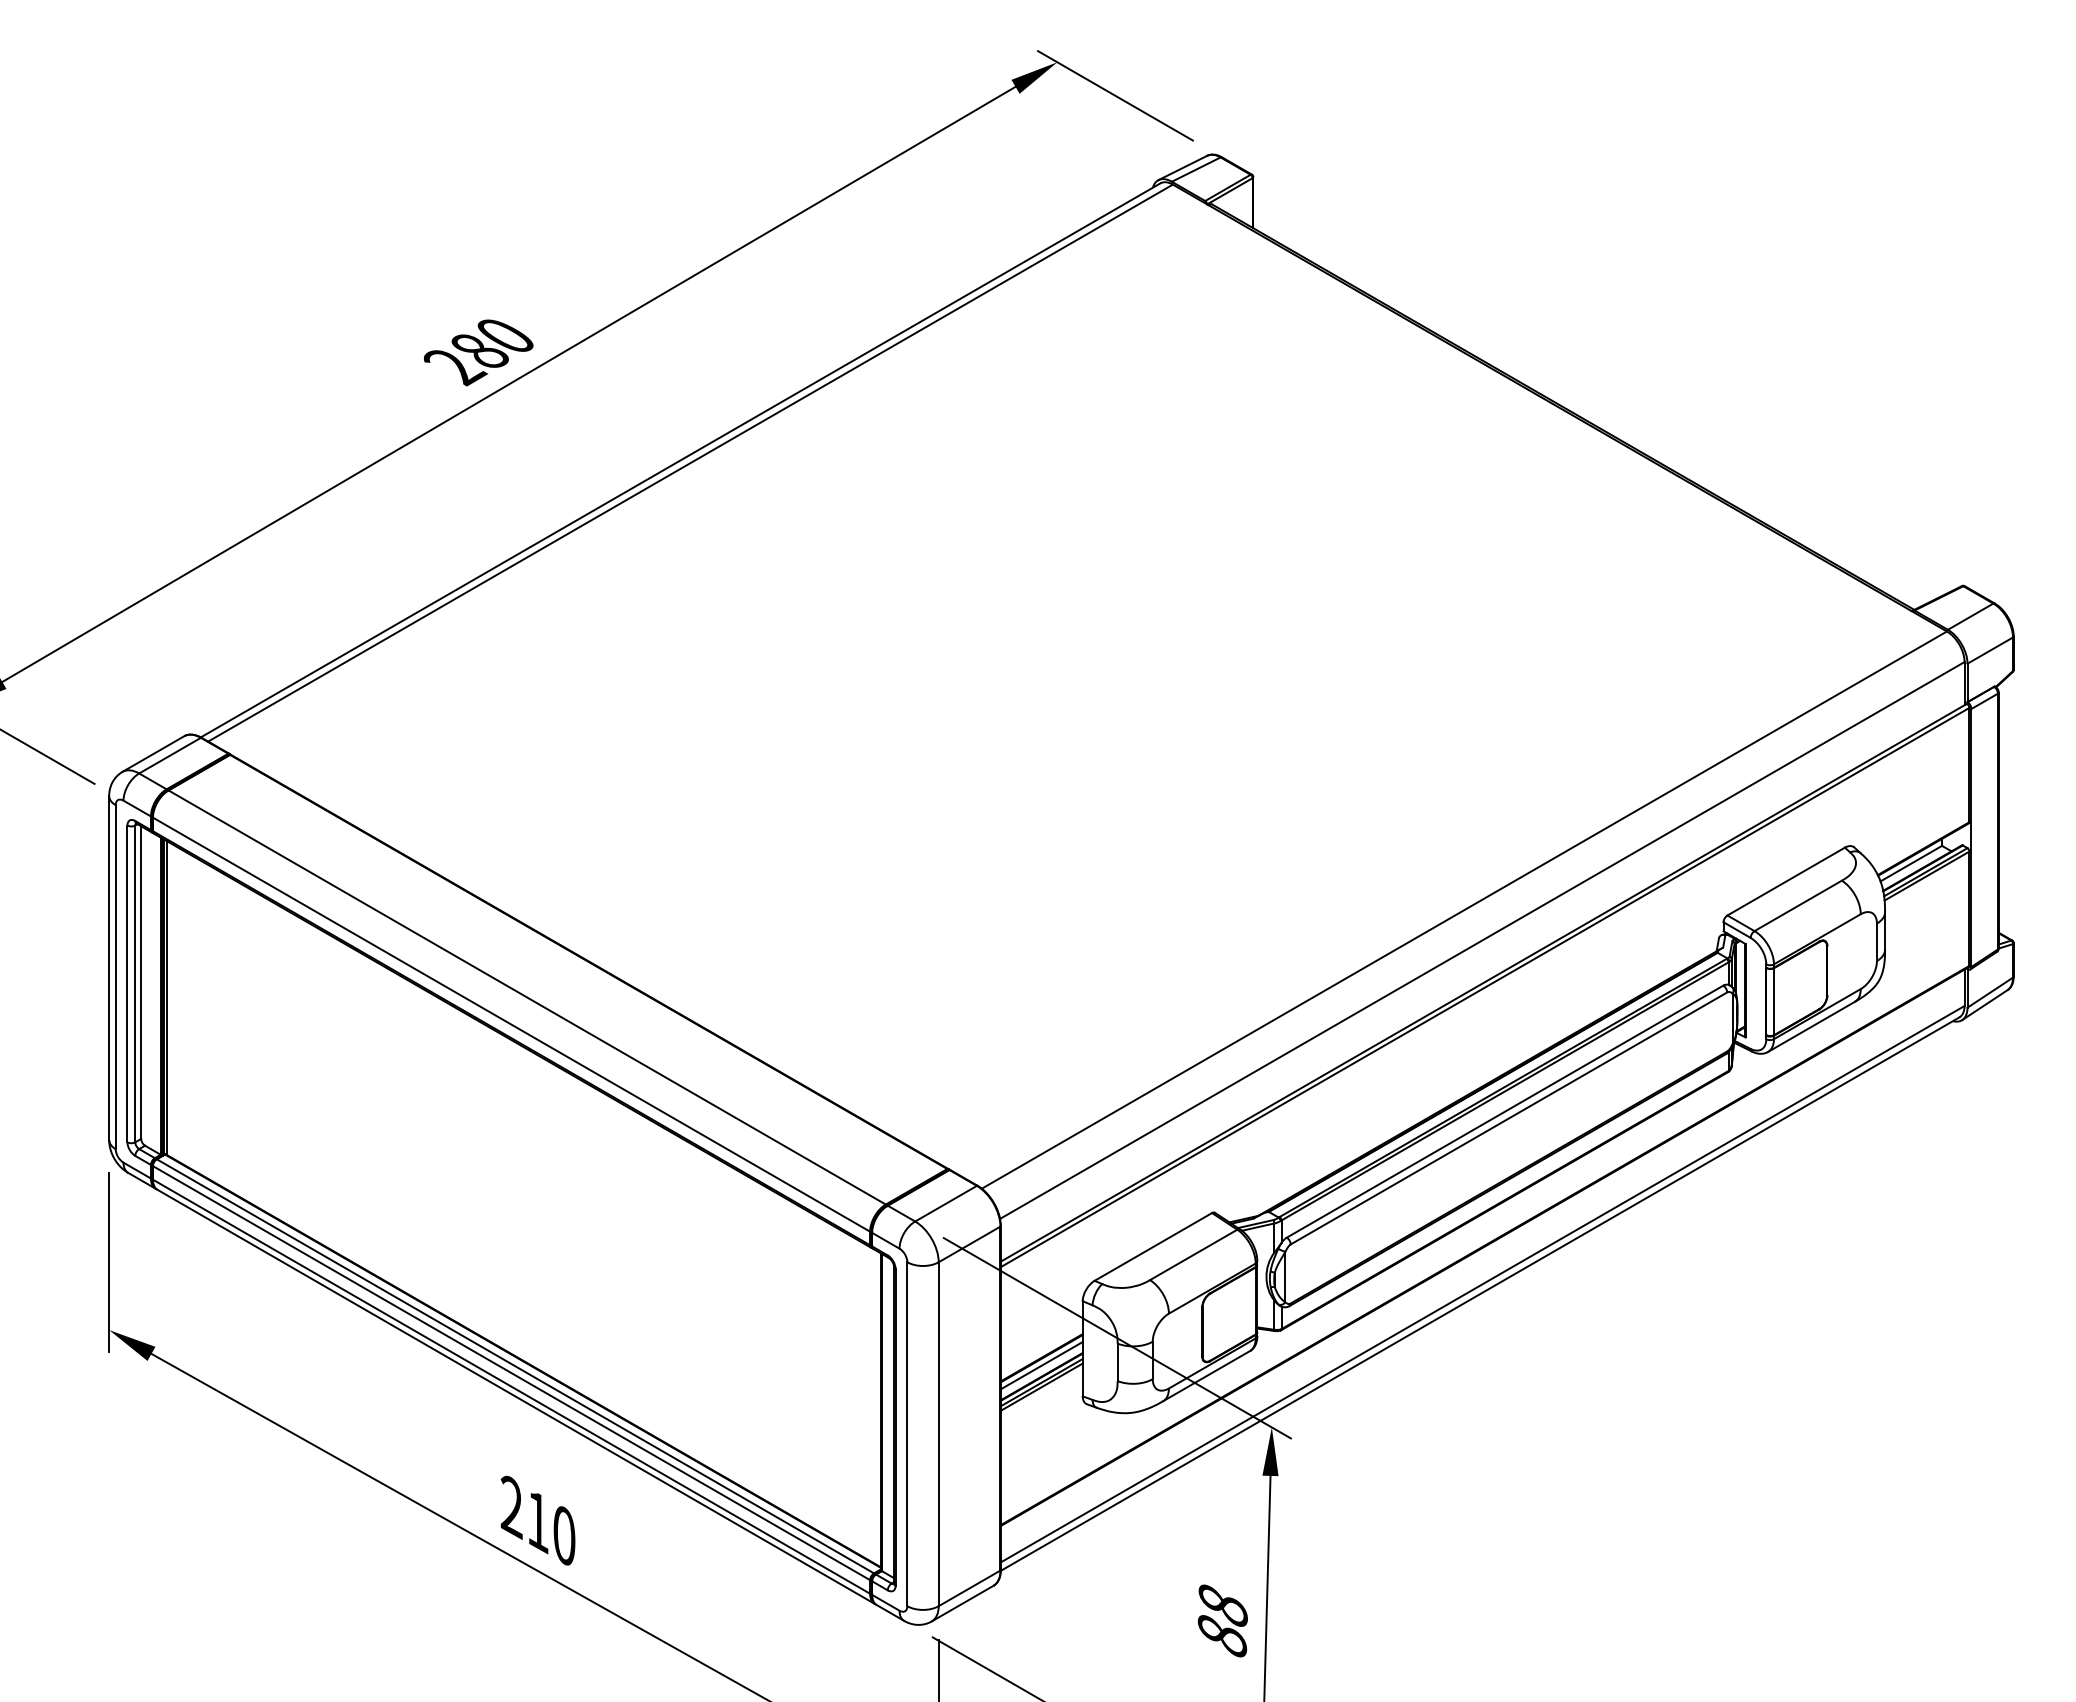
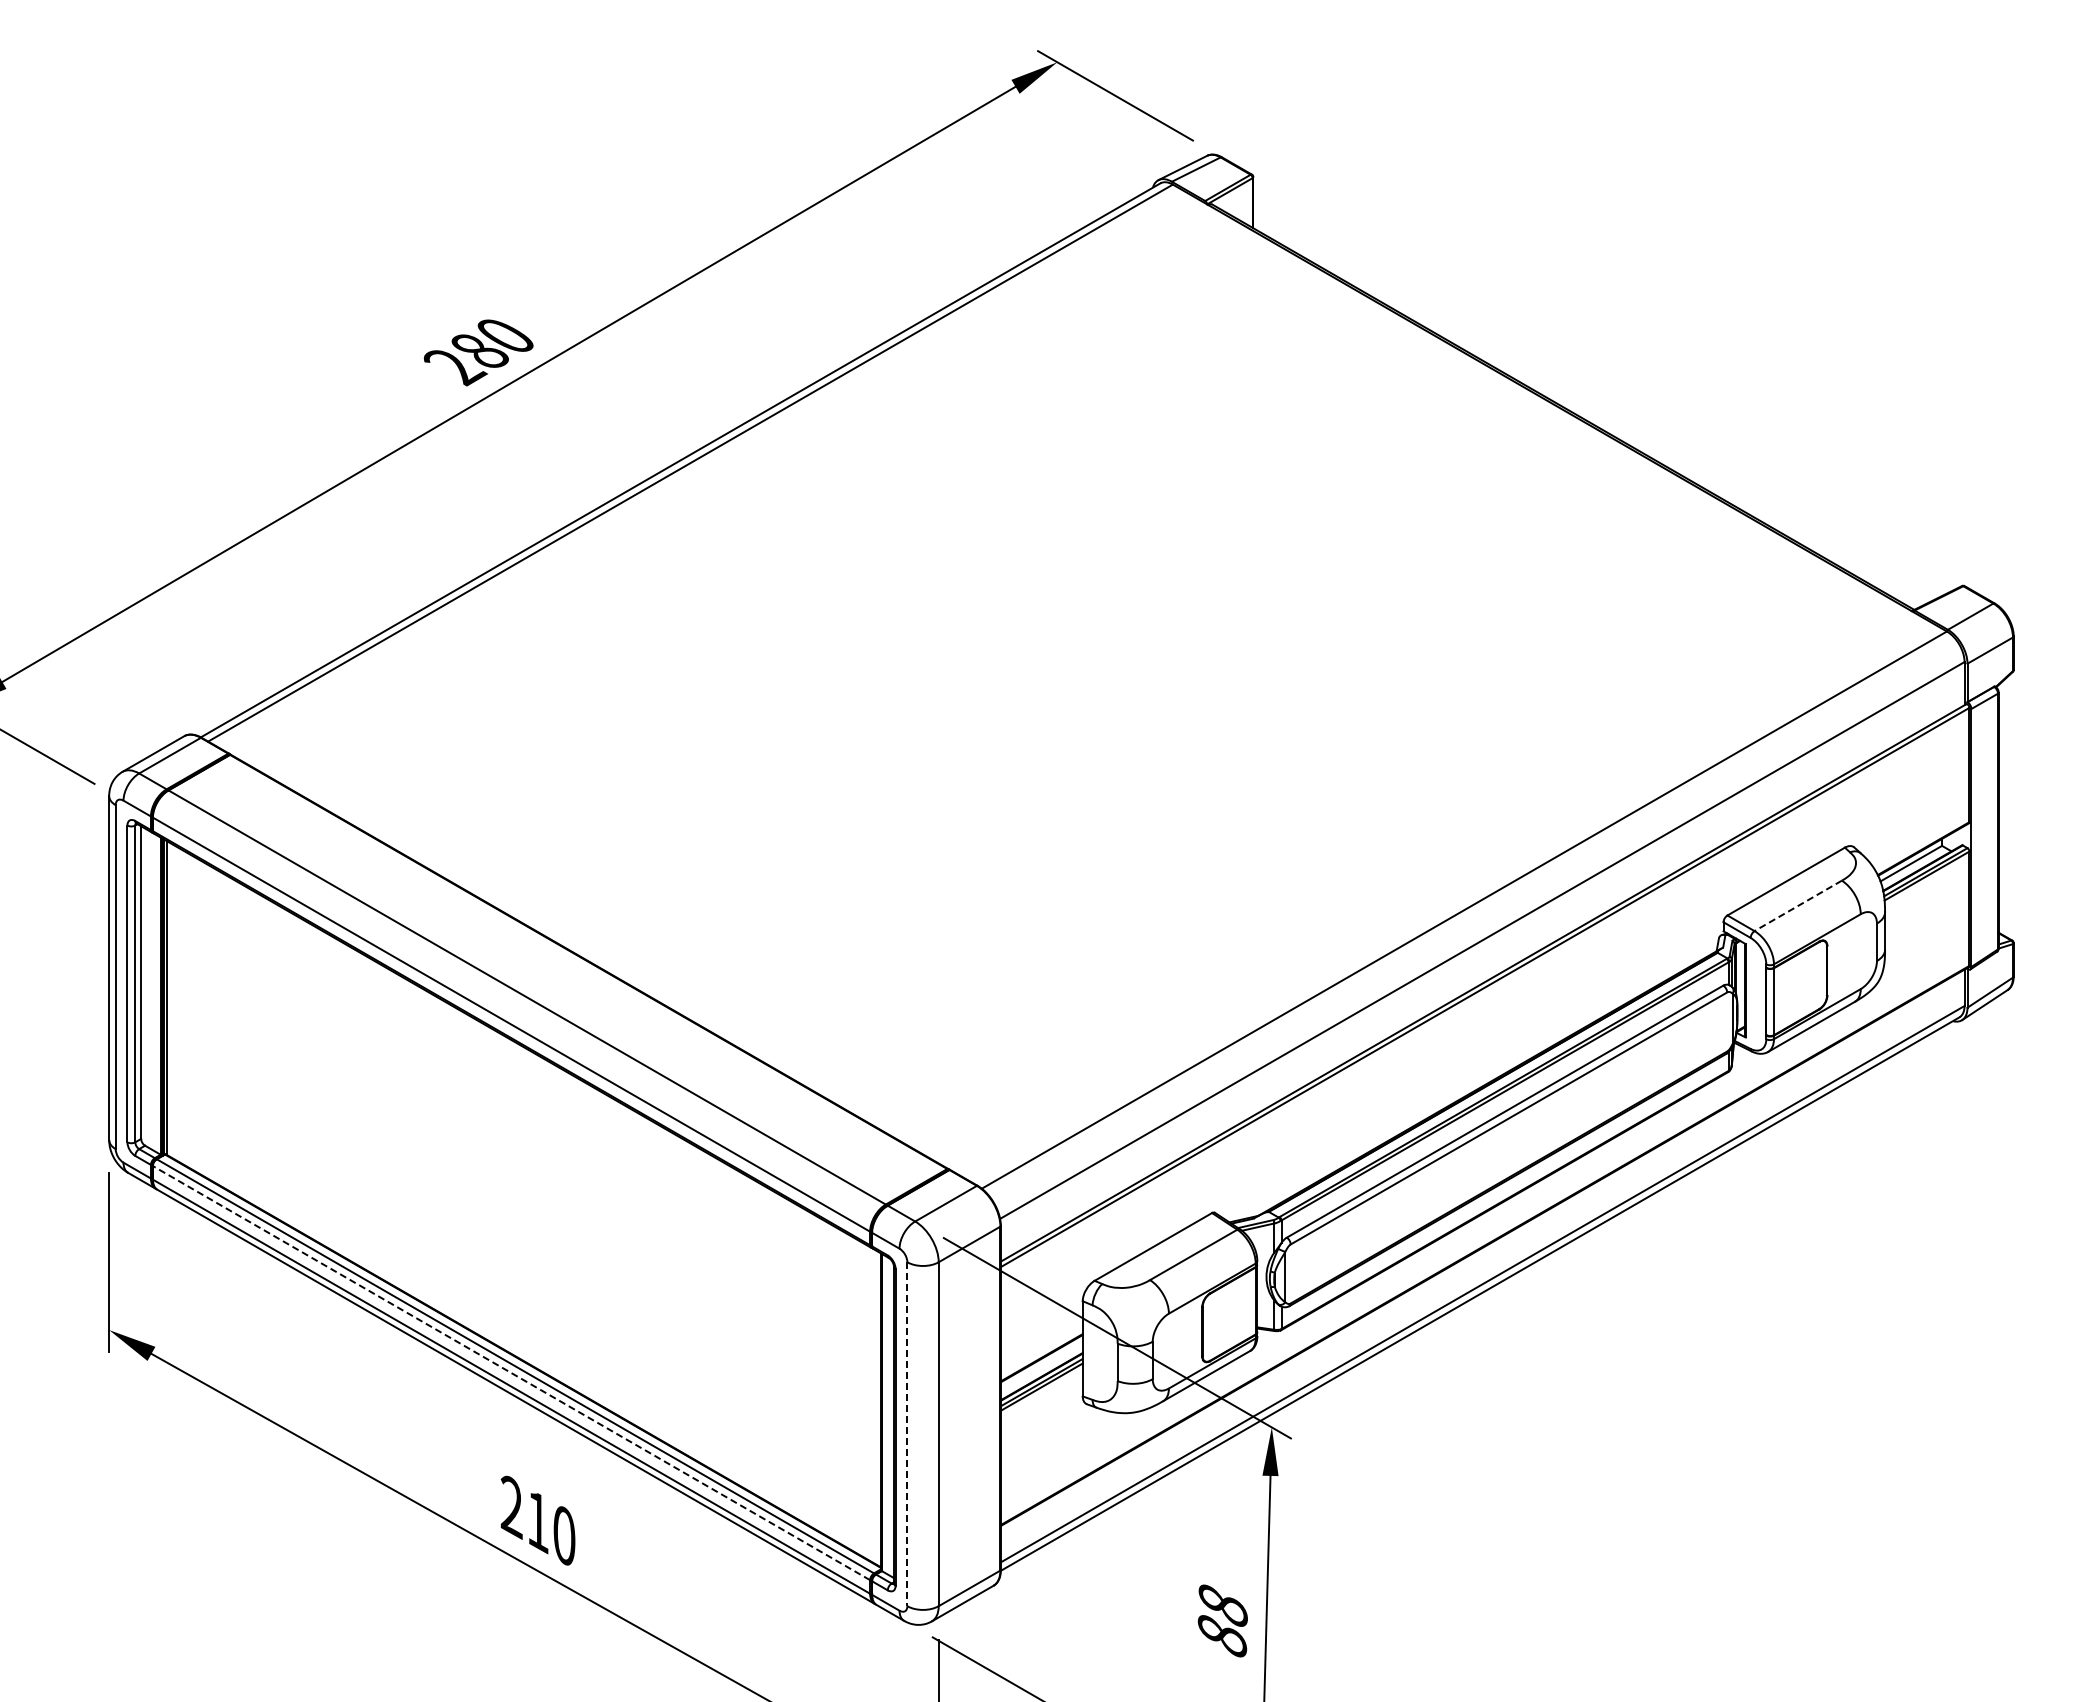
line at (1797, 906): solid -> dashed
line at (1041, 1365): present -> none
line at (511, 1372): solid -> dashed
line at (907, 1434): solid -> dashed
